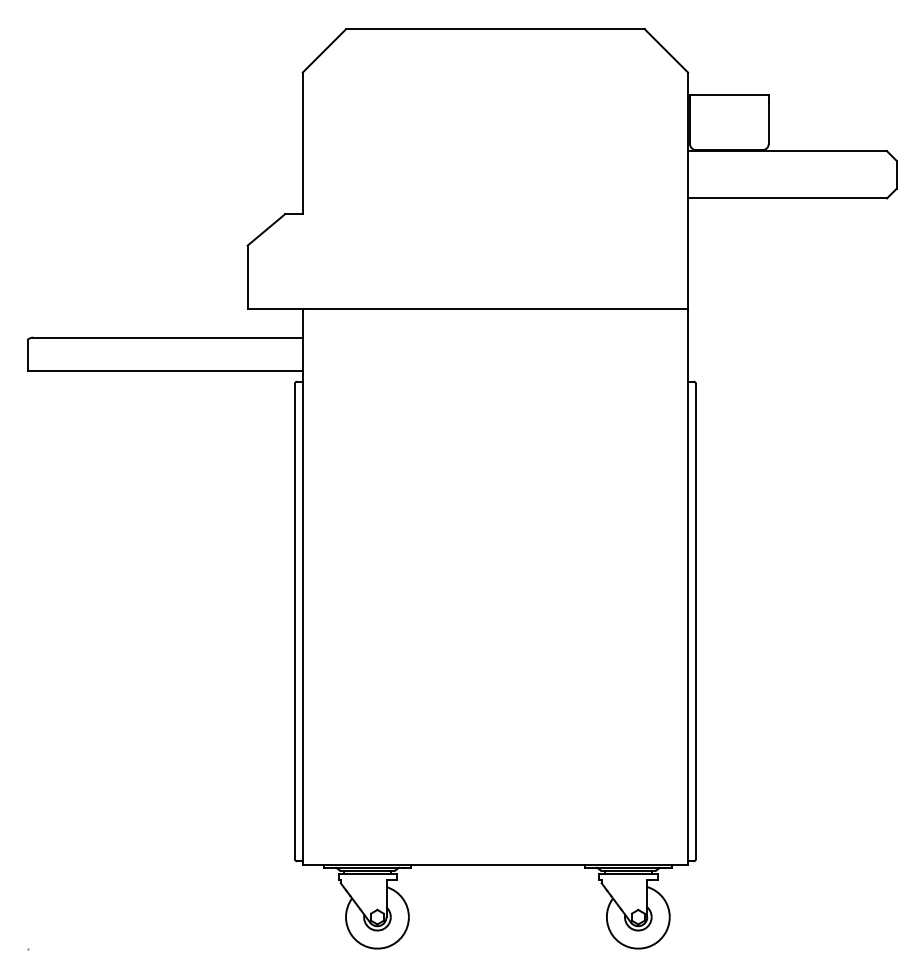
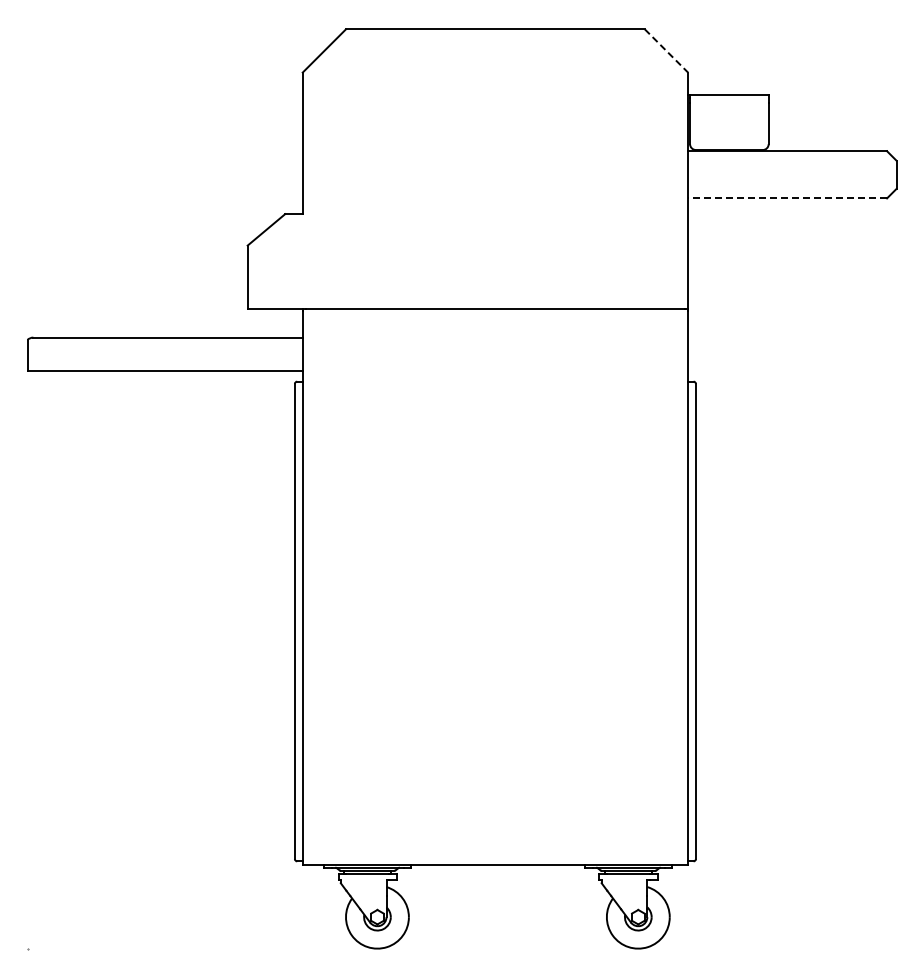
line at (666, 50): solid -> dashed
line at (787, 198): solid -> dashed
